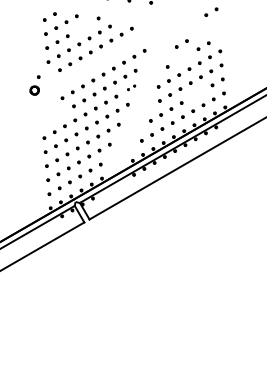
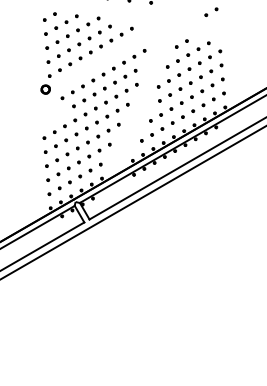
part at (83, 27): none -> present
part at (183, 57): none -> present
part at (34, 85) position: (34, 85) -> (45, 84)
part at (131, 87) size: 10x8 px -> 15x10 px
part at (197, 93): none -> present
line at (132, 202): none -> present
